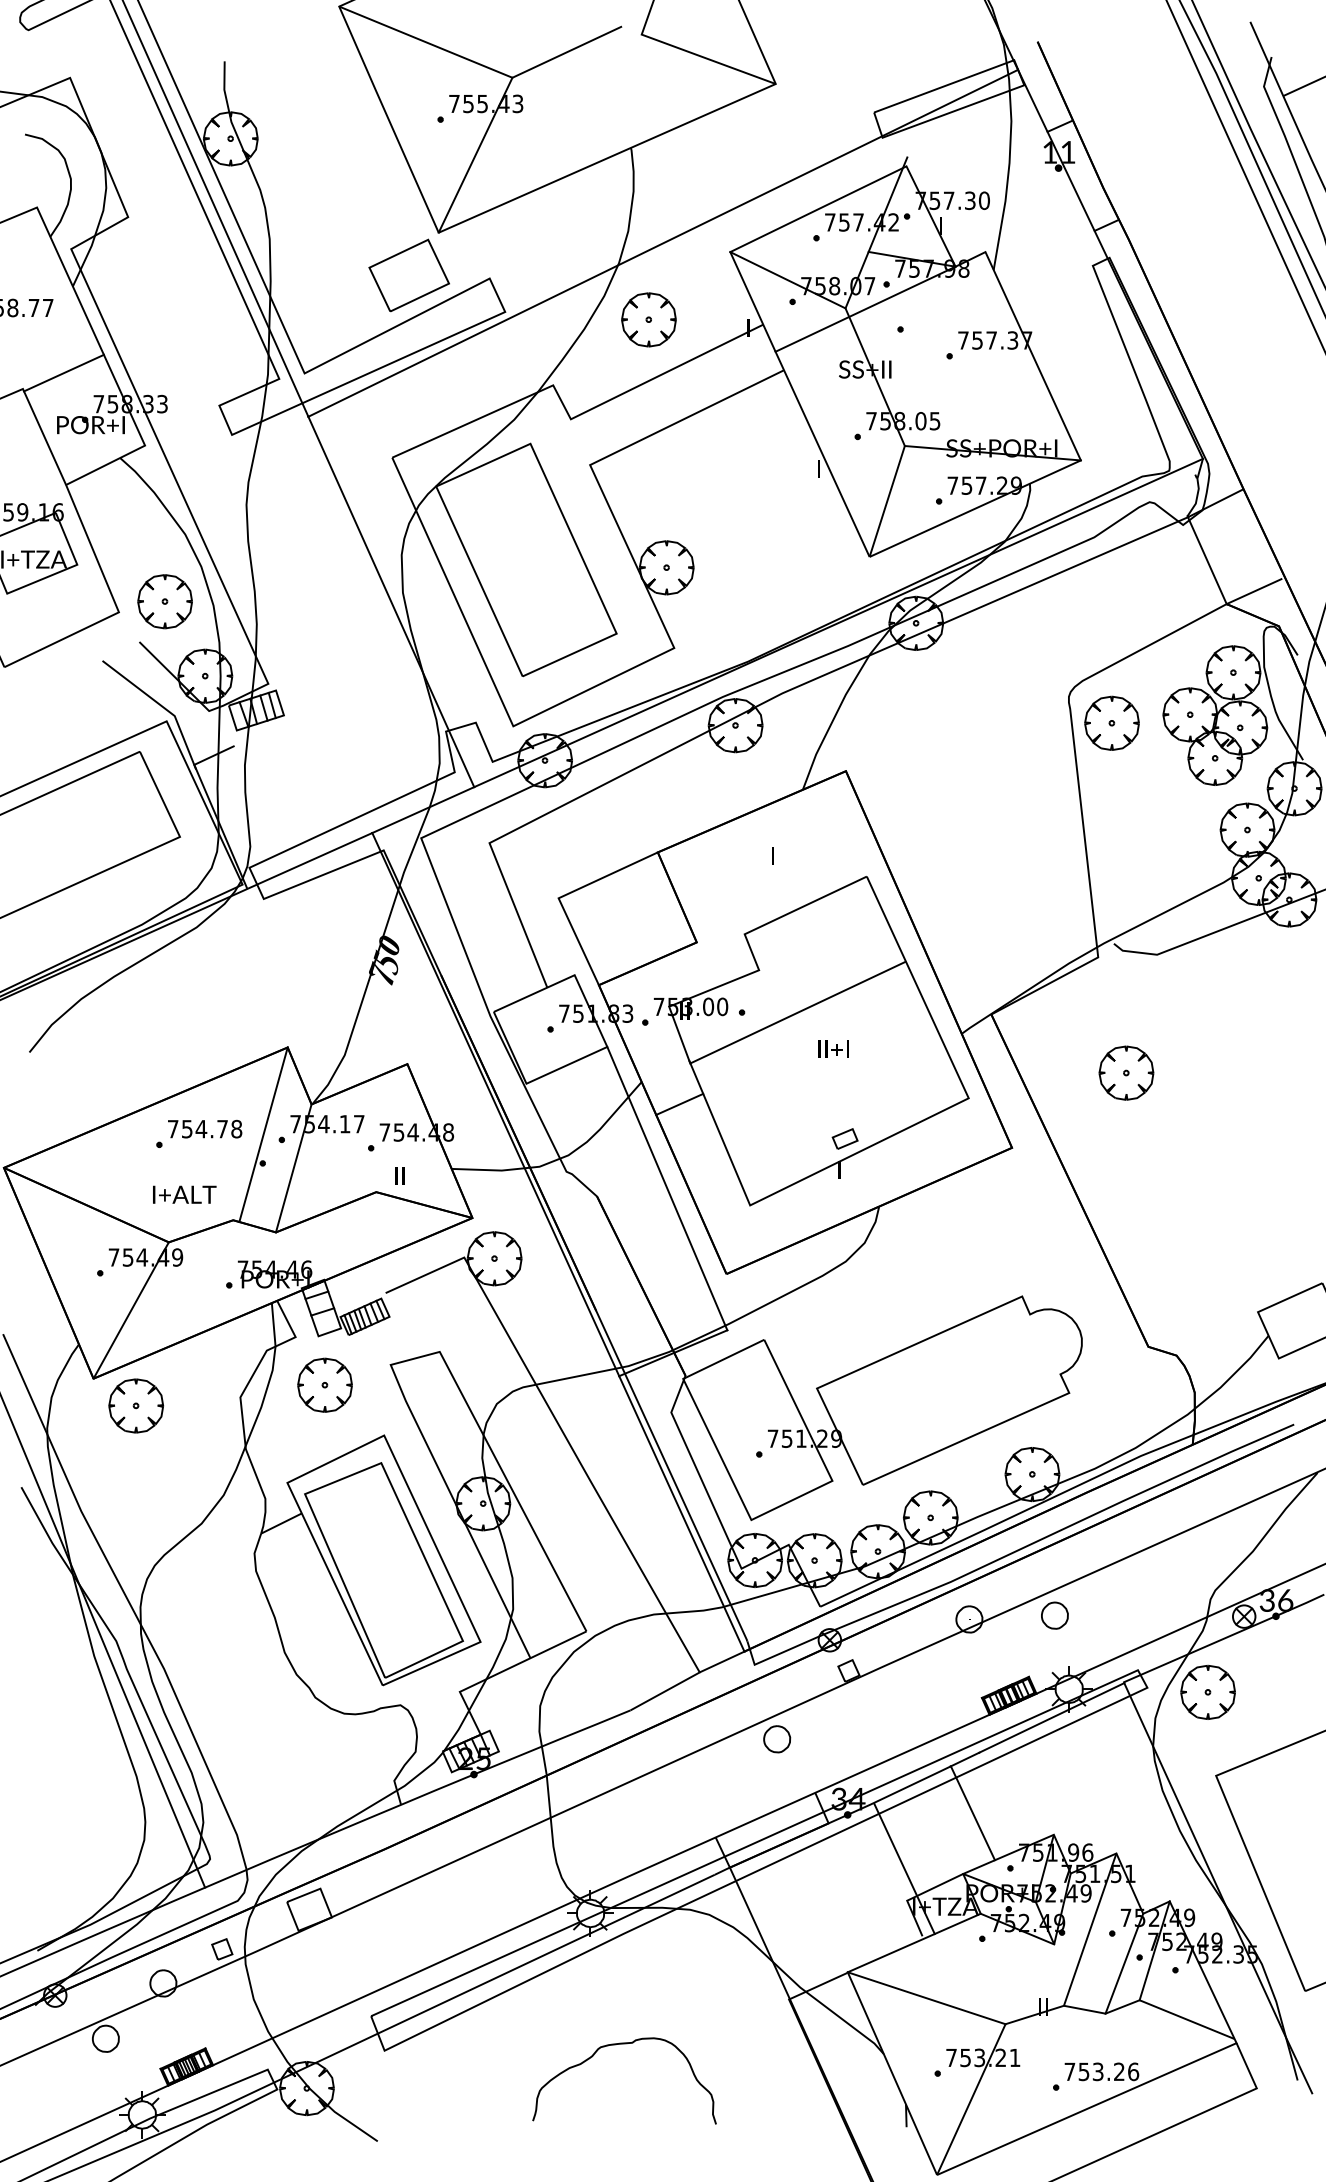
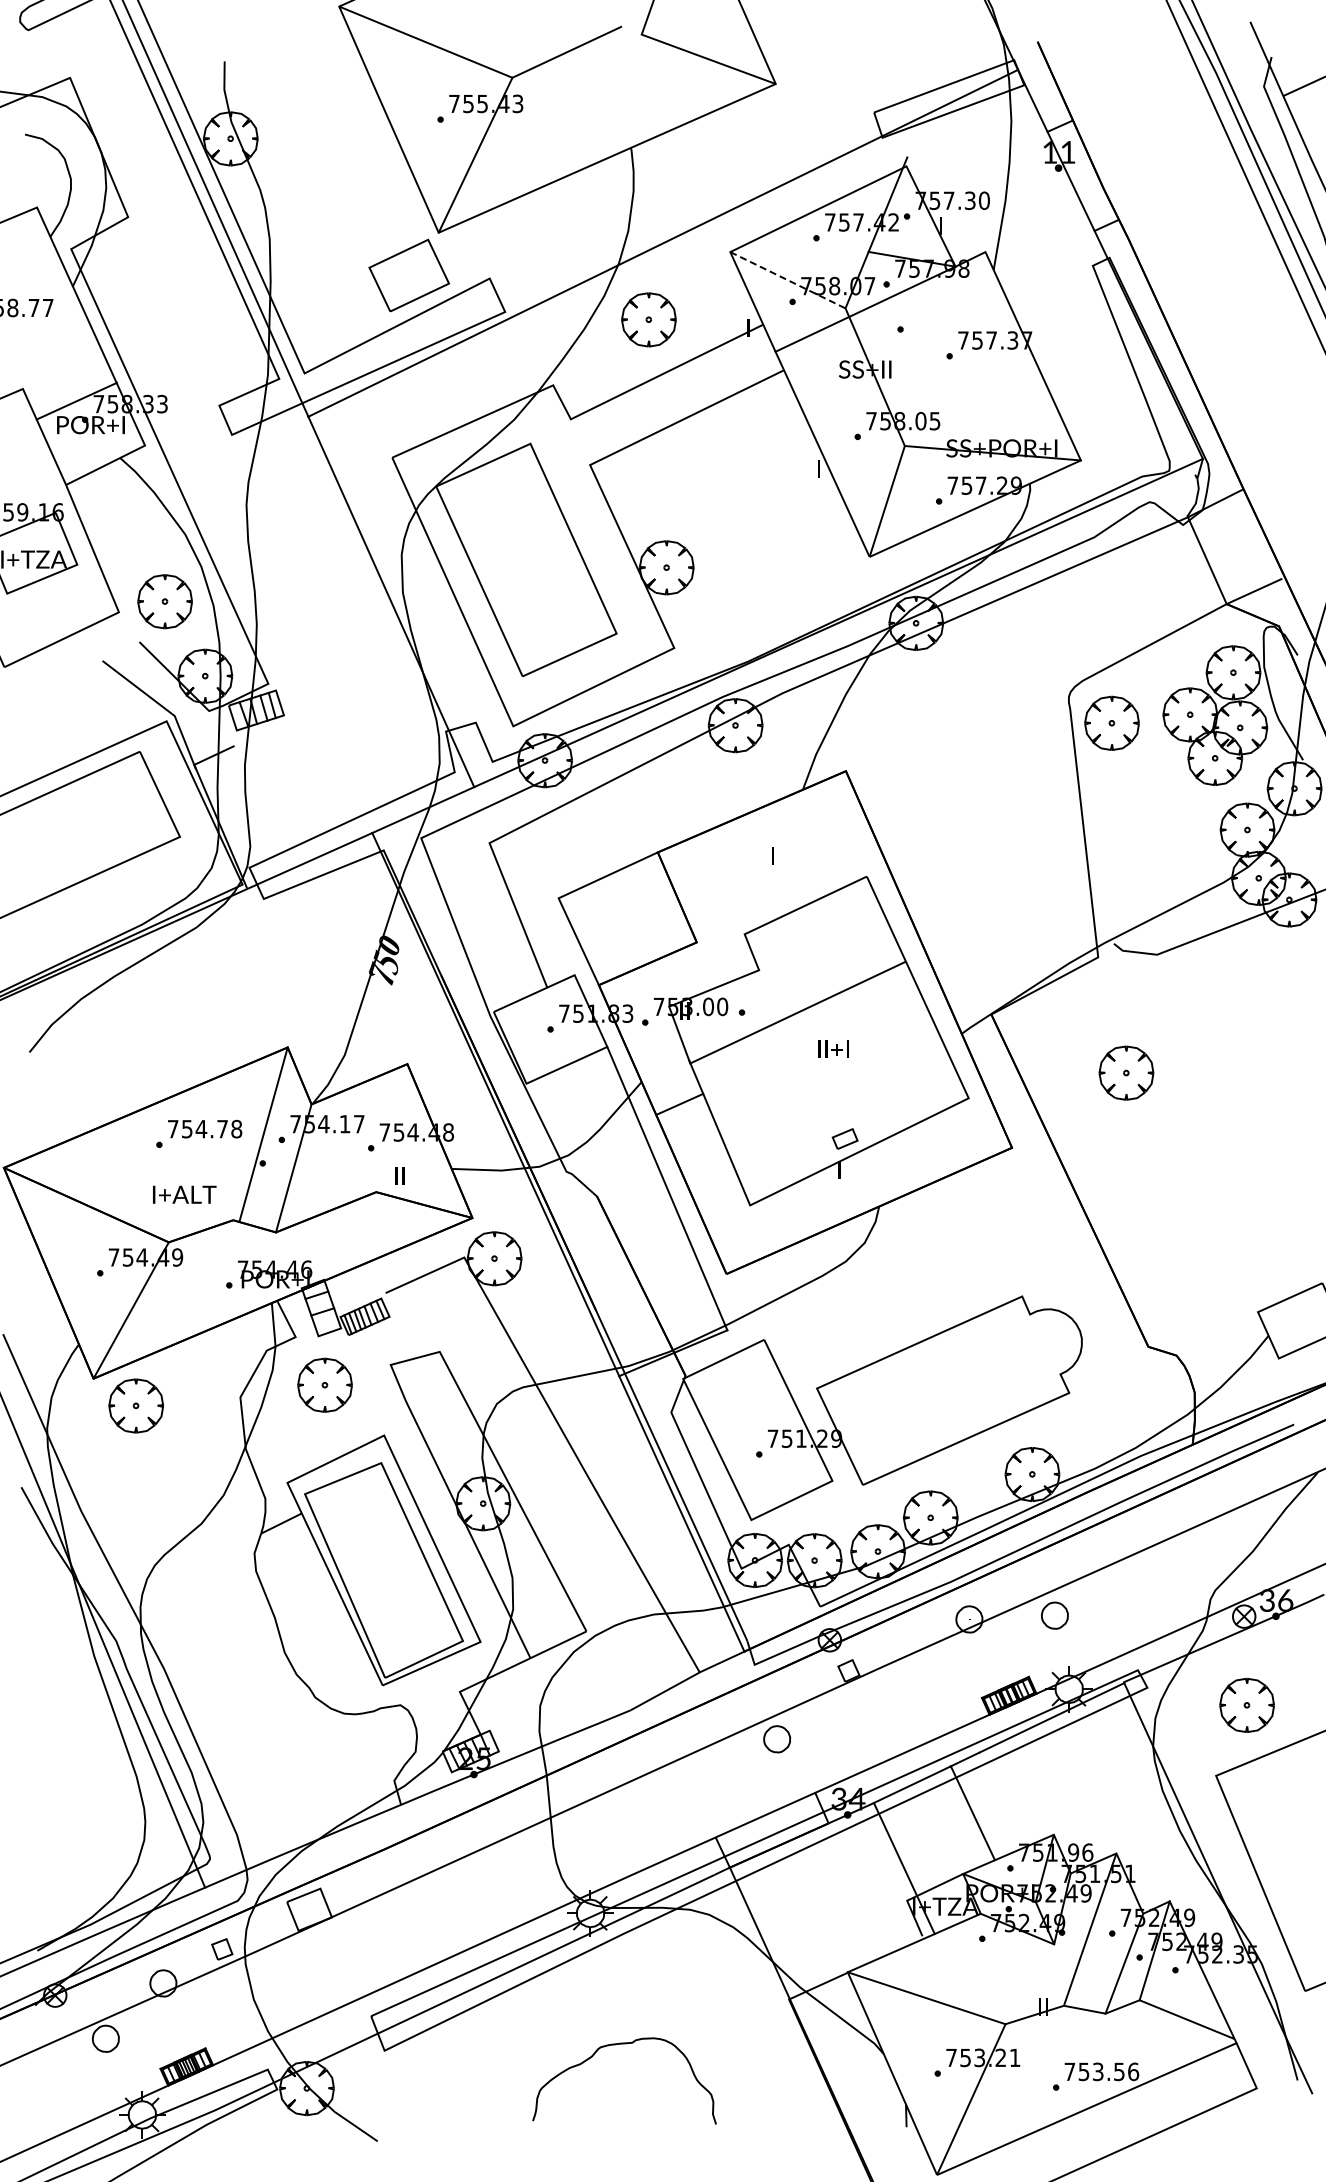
line at (788, 280): solid -> dashed
line at (63, 372) position: (63, 372) -> (76, 400)
part at (1207, 1691) position: (1207, 1691) -> (1246, 1704)
text at (1119, 2071): 753.26 -> 753.56
